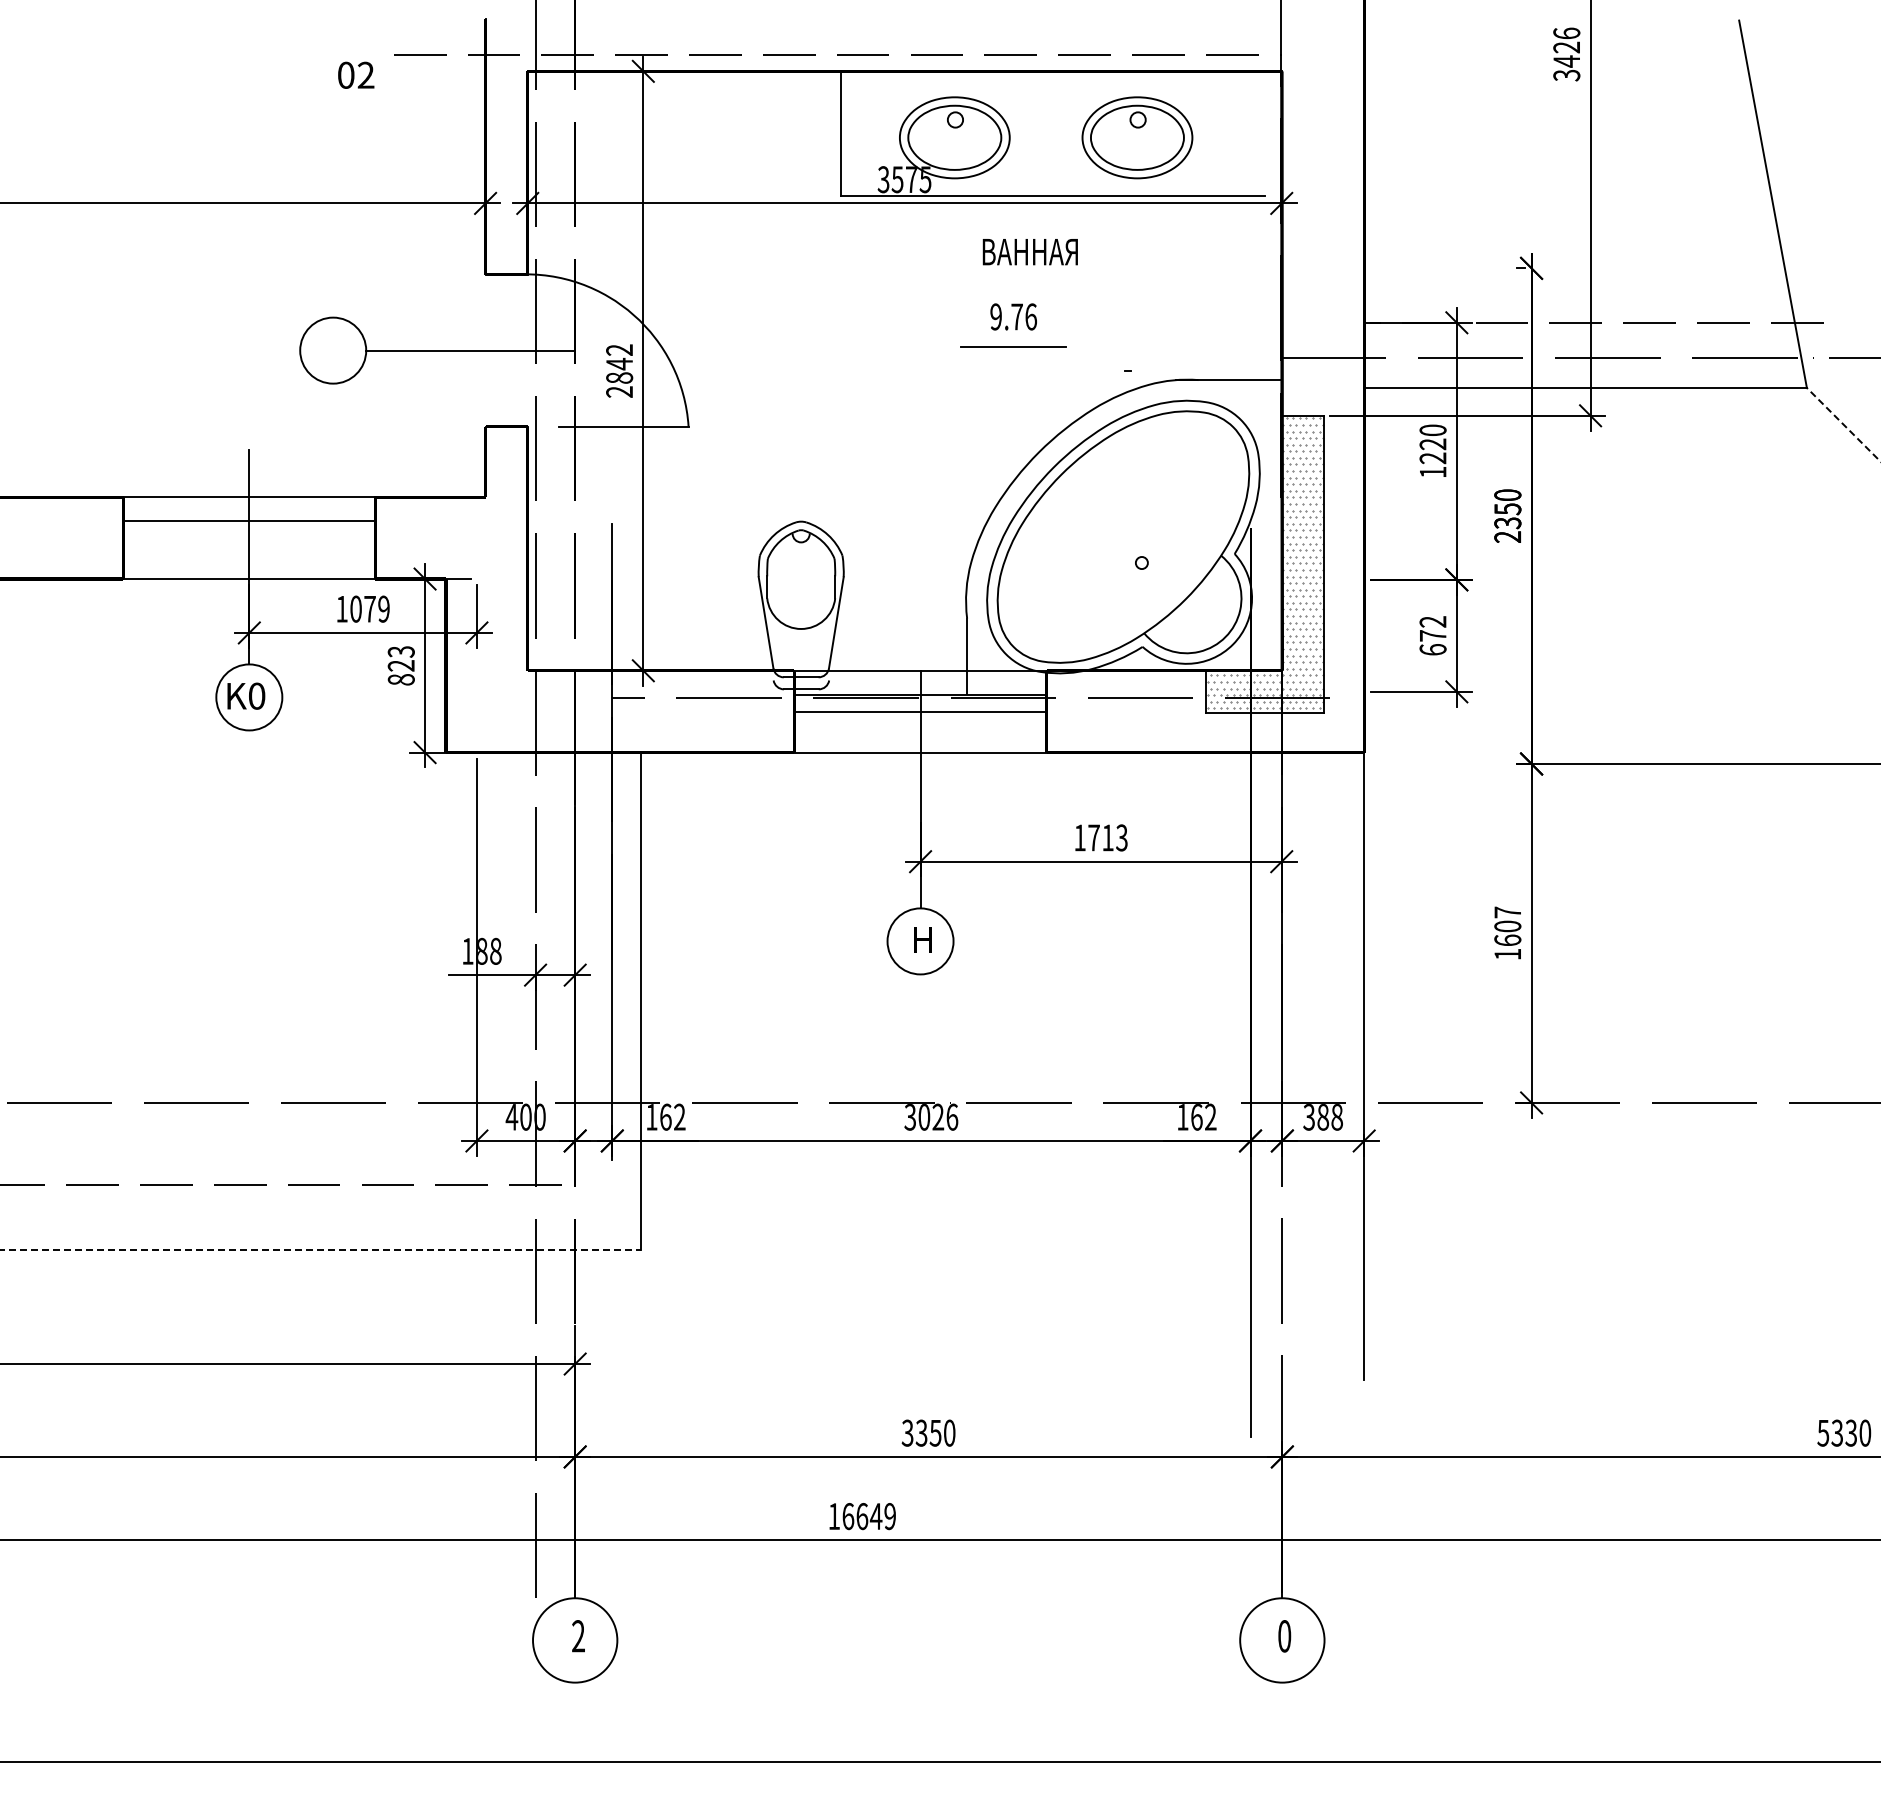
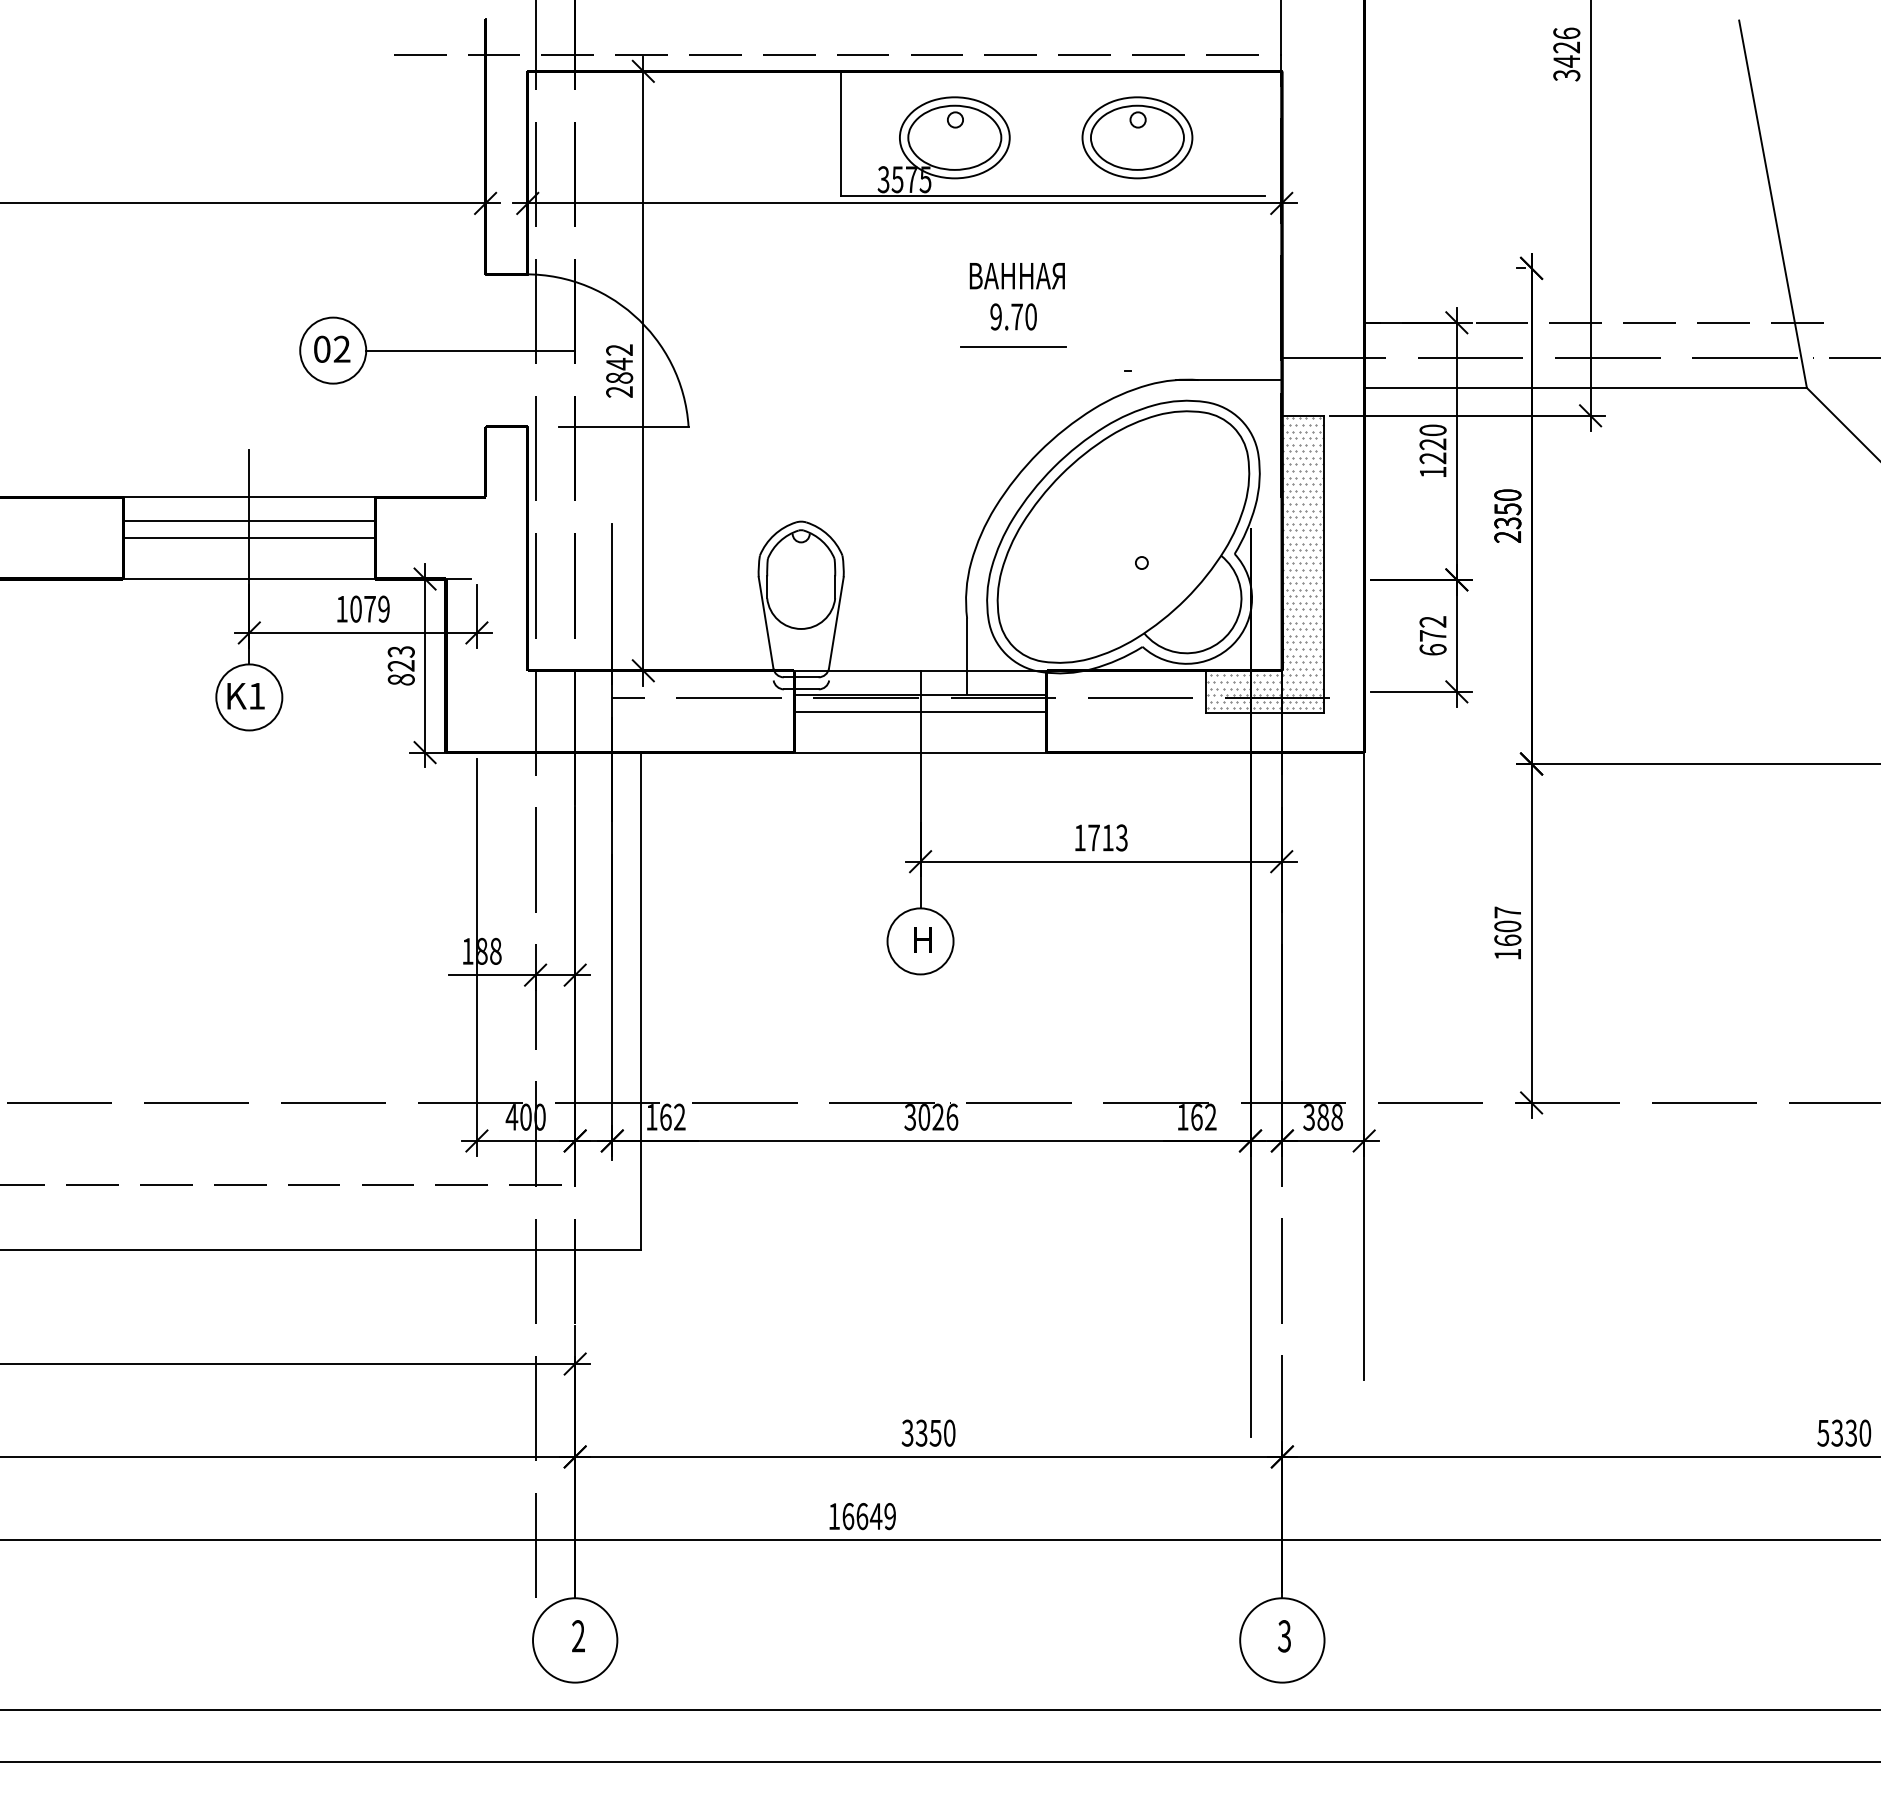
text at (356, 74) position: (356, 74) -> (332, 348)
text at (1029, 252) position: (1029, 252) -> (1016, 276)
text at (1030, 316): 9.76 -> 9.70
line at (1843, 424): dashed -> solid
line at (249, 538): none -> present
text at (257, 695): K0 -> K1
line at (321, 1250): dashed -> solid
text at (1284, 1636): 0 -> 3
line at (939, 1709): none -> present
